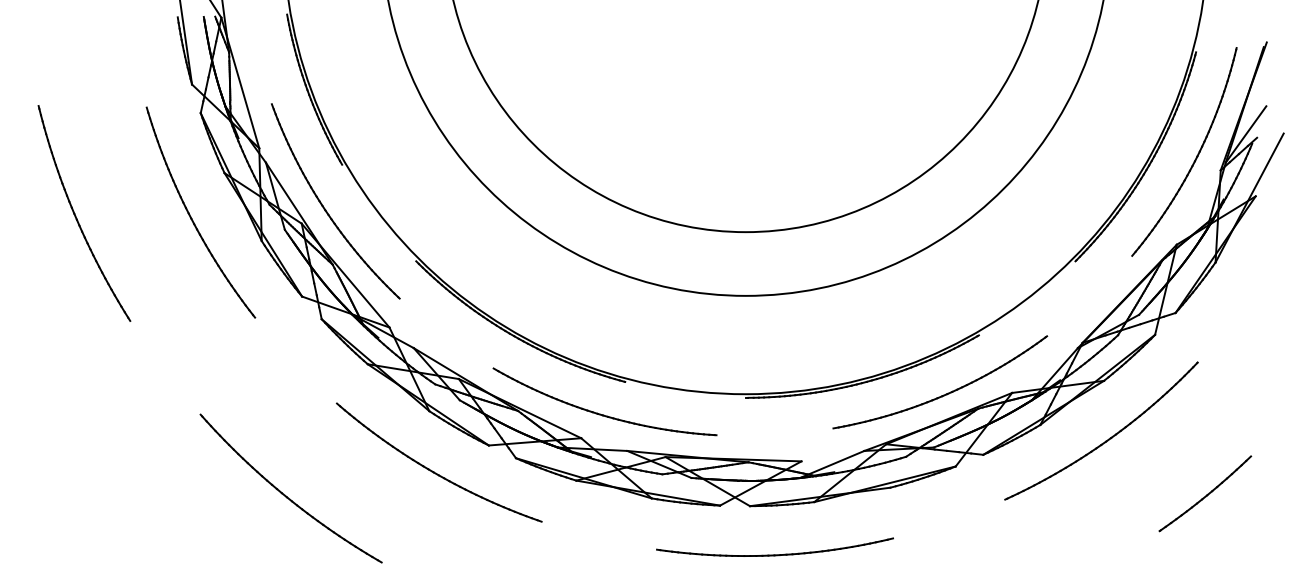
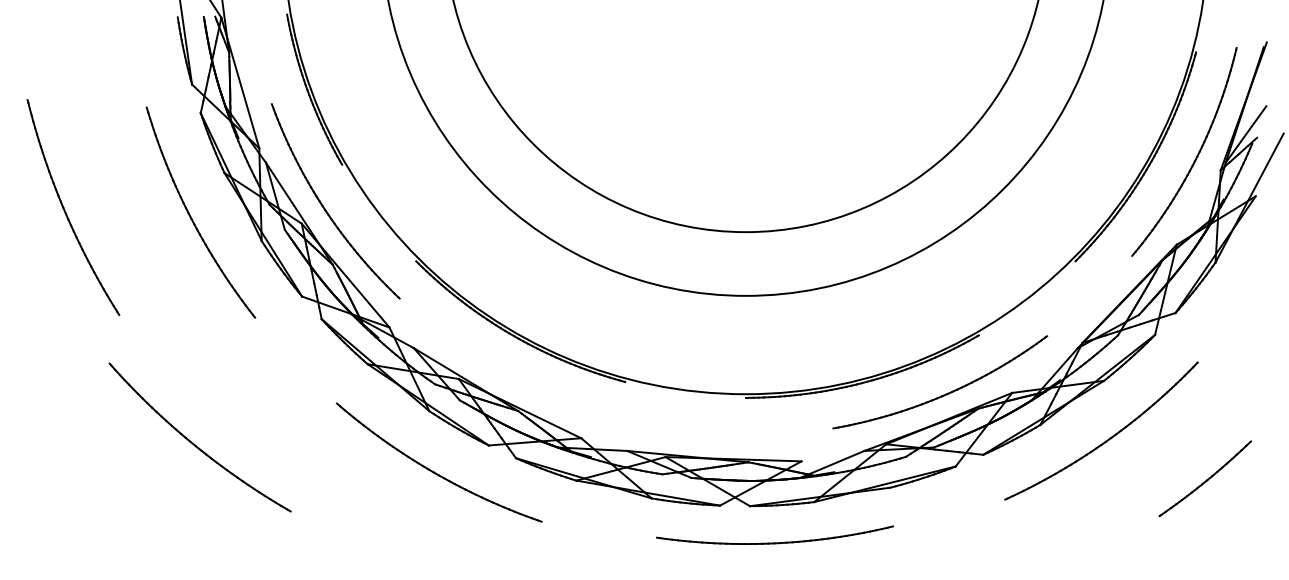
part at (76, 215) position: (76, 215) -> (65, 209)
part at (600, 413): present -> none
part at (1205, 493) position: (1205, 493) -> (1205, 478)
part at (285, 494) position: (285, 494) -> (194, 443)
part at (774, 554) position: (774, 554) -> (774, 542)
